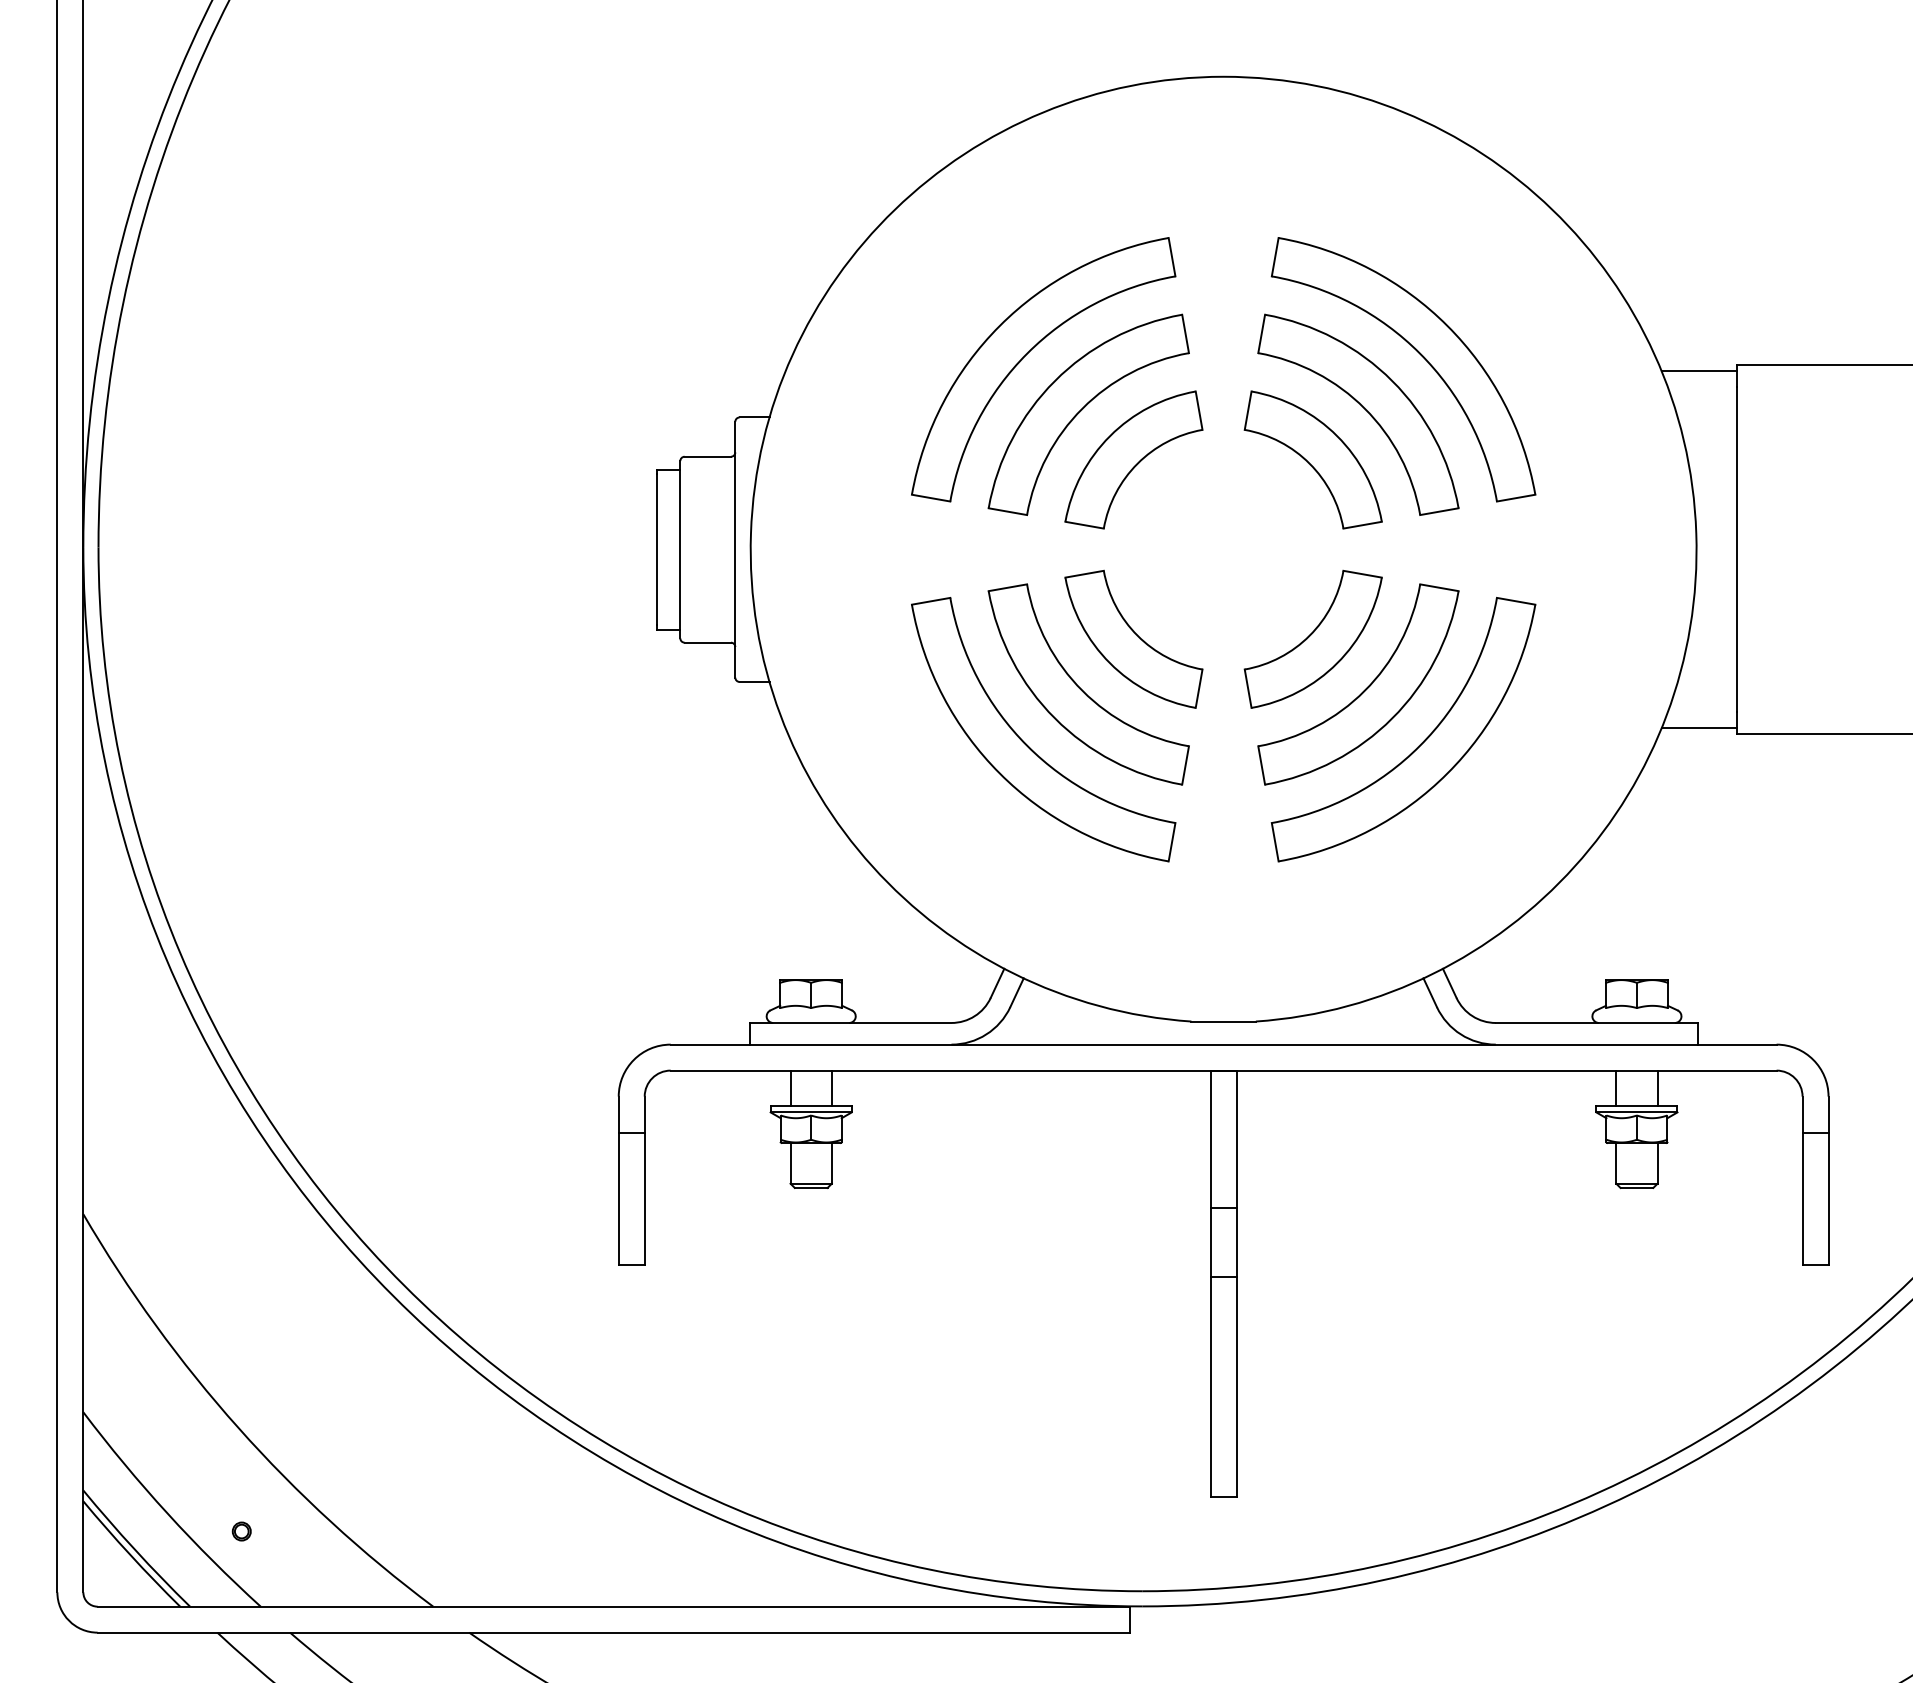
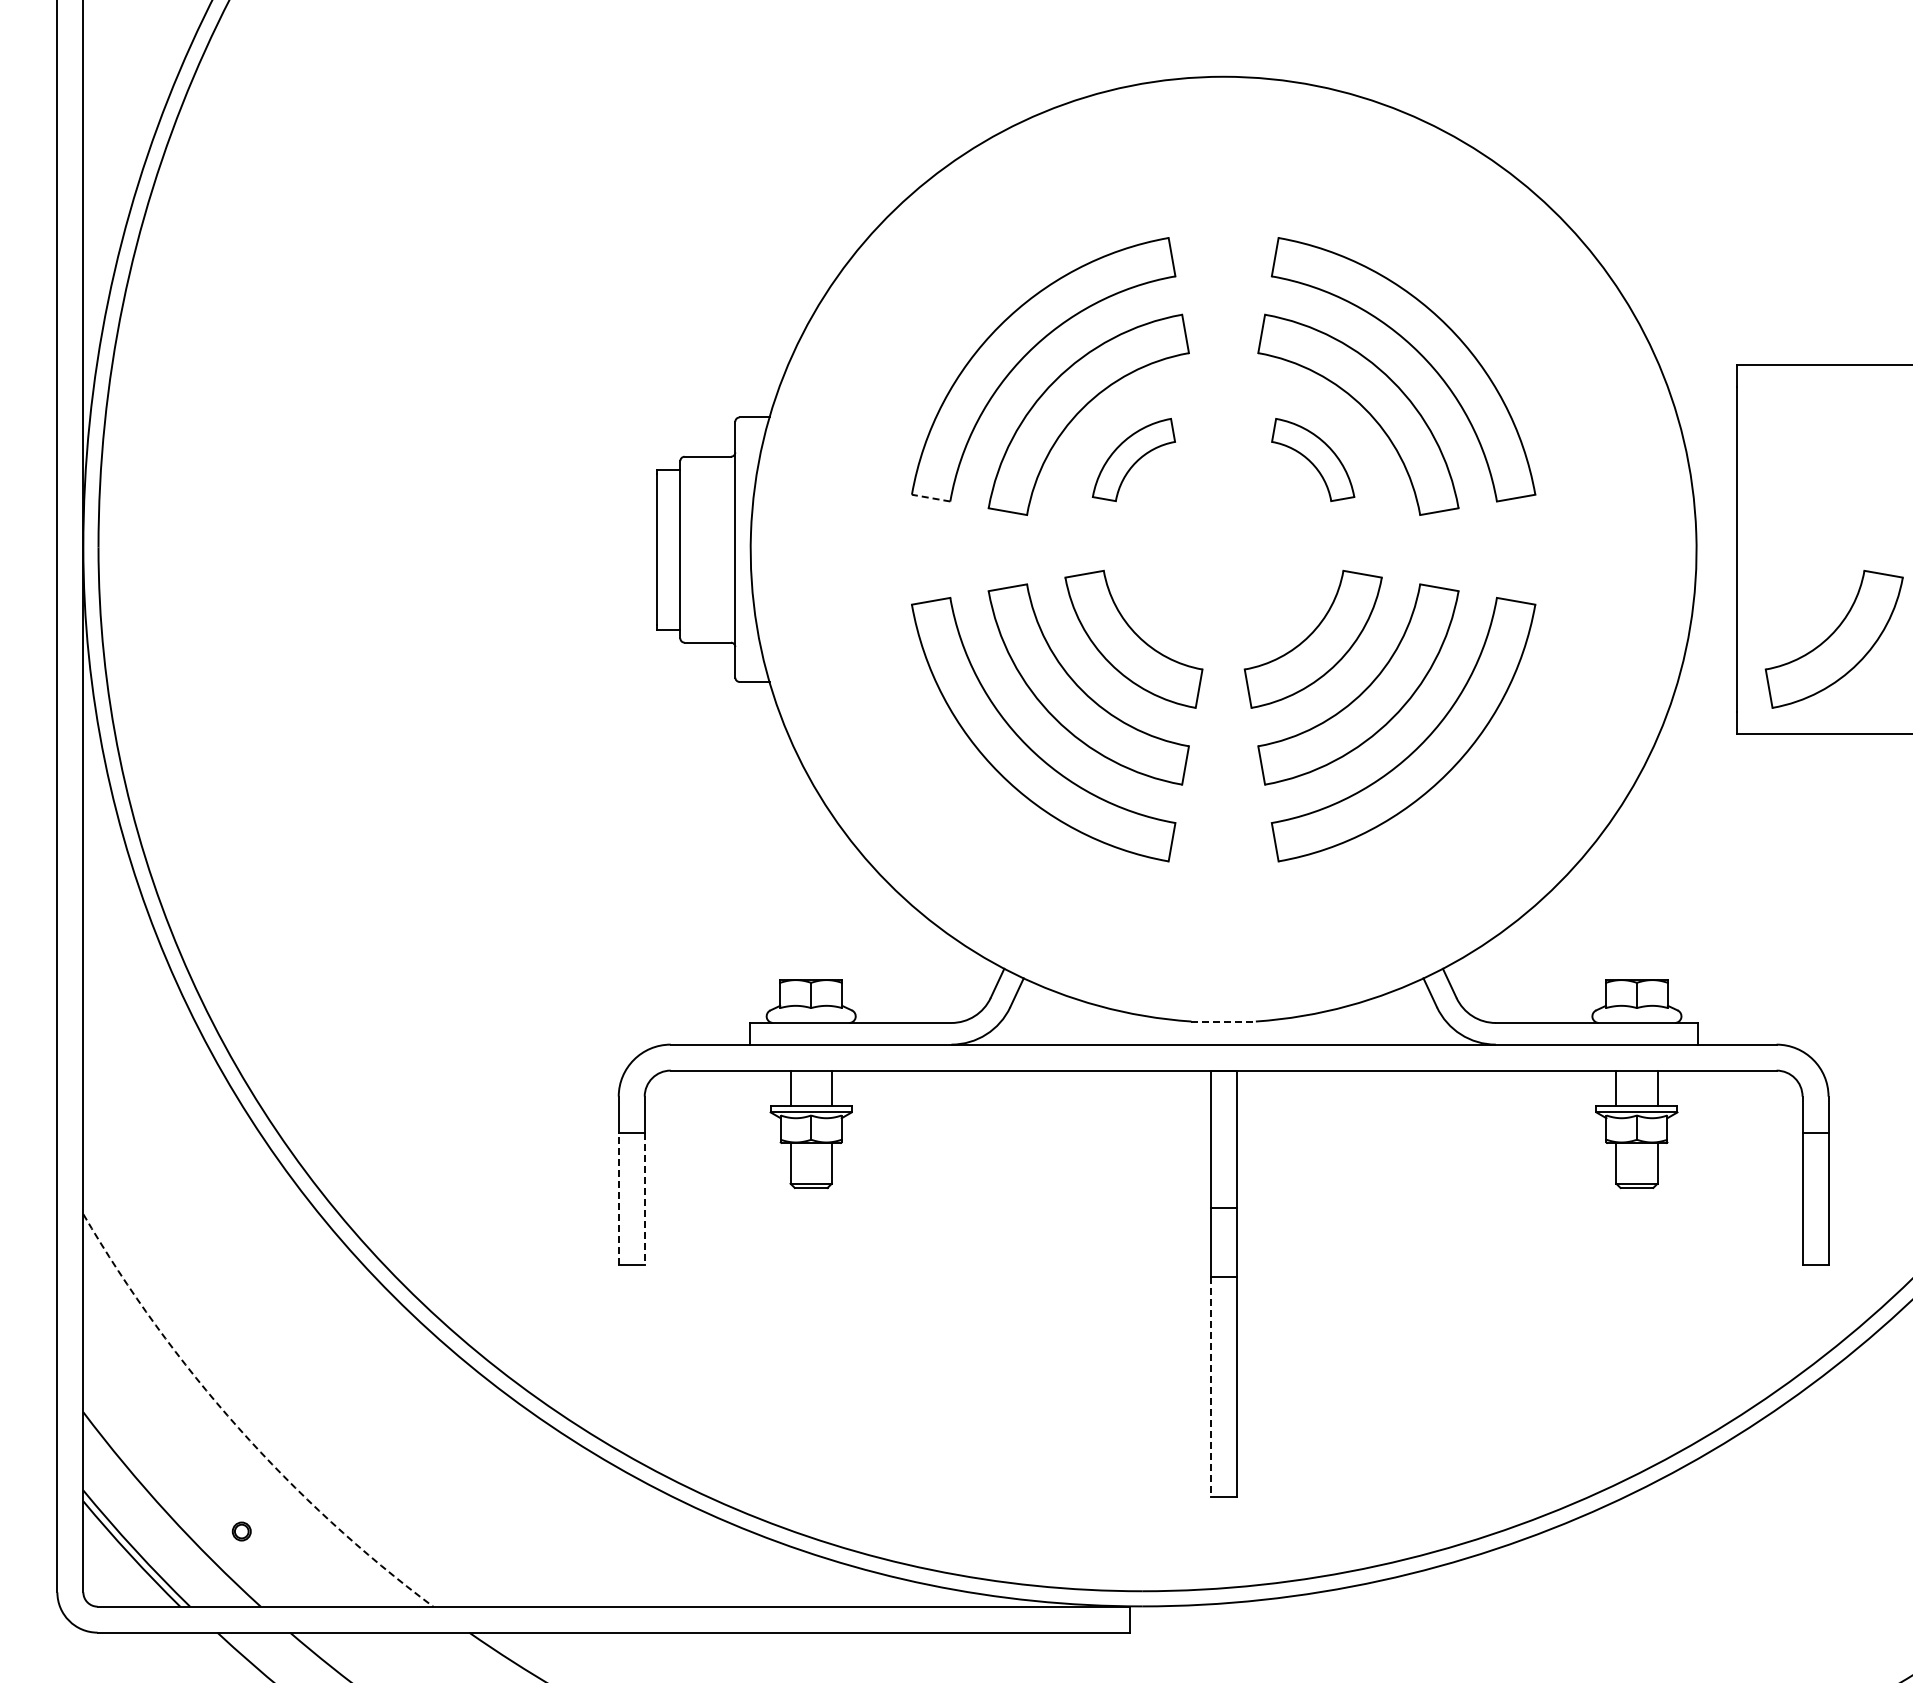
line at (1699, 370): present -> none
part at (1133, 459) size: 140x140 px -> 86x85 px
part at (1312, 459) size: 140x140 px -> 85x84 px
line at (930, 498): solid -> dashed
part at (1833, 638): none -> present
line at (1699, 728): present -> none
line at (1224, 1021): solid -> dashed
line at (618, 1198): solid -> dashed
line at (644, 1198): solid -> dashed
line at (1210, 1387): solid -> dashed
arc at (238, 1428): solid -> dashed
